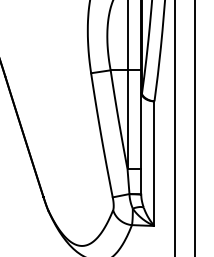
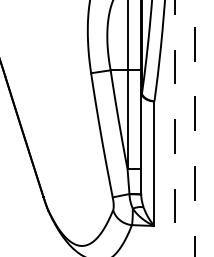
line at (175, 128): solid -> dashed
line at (194, 128): solid -> dashed
